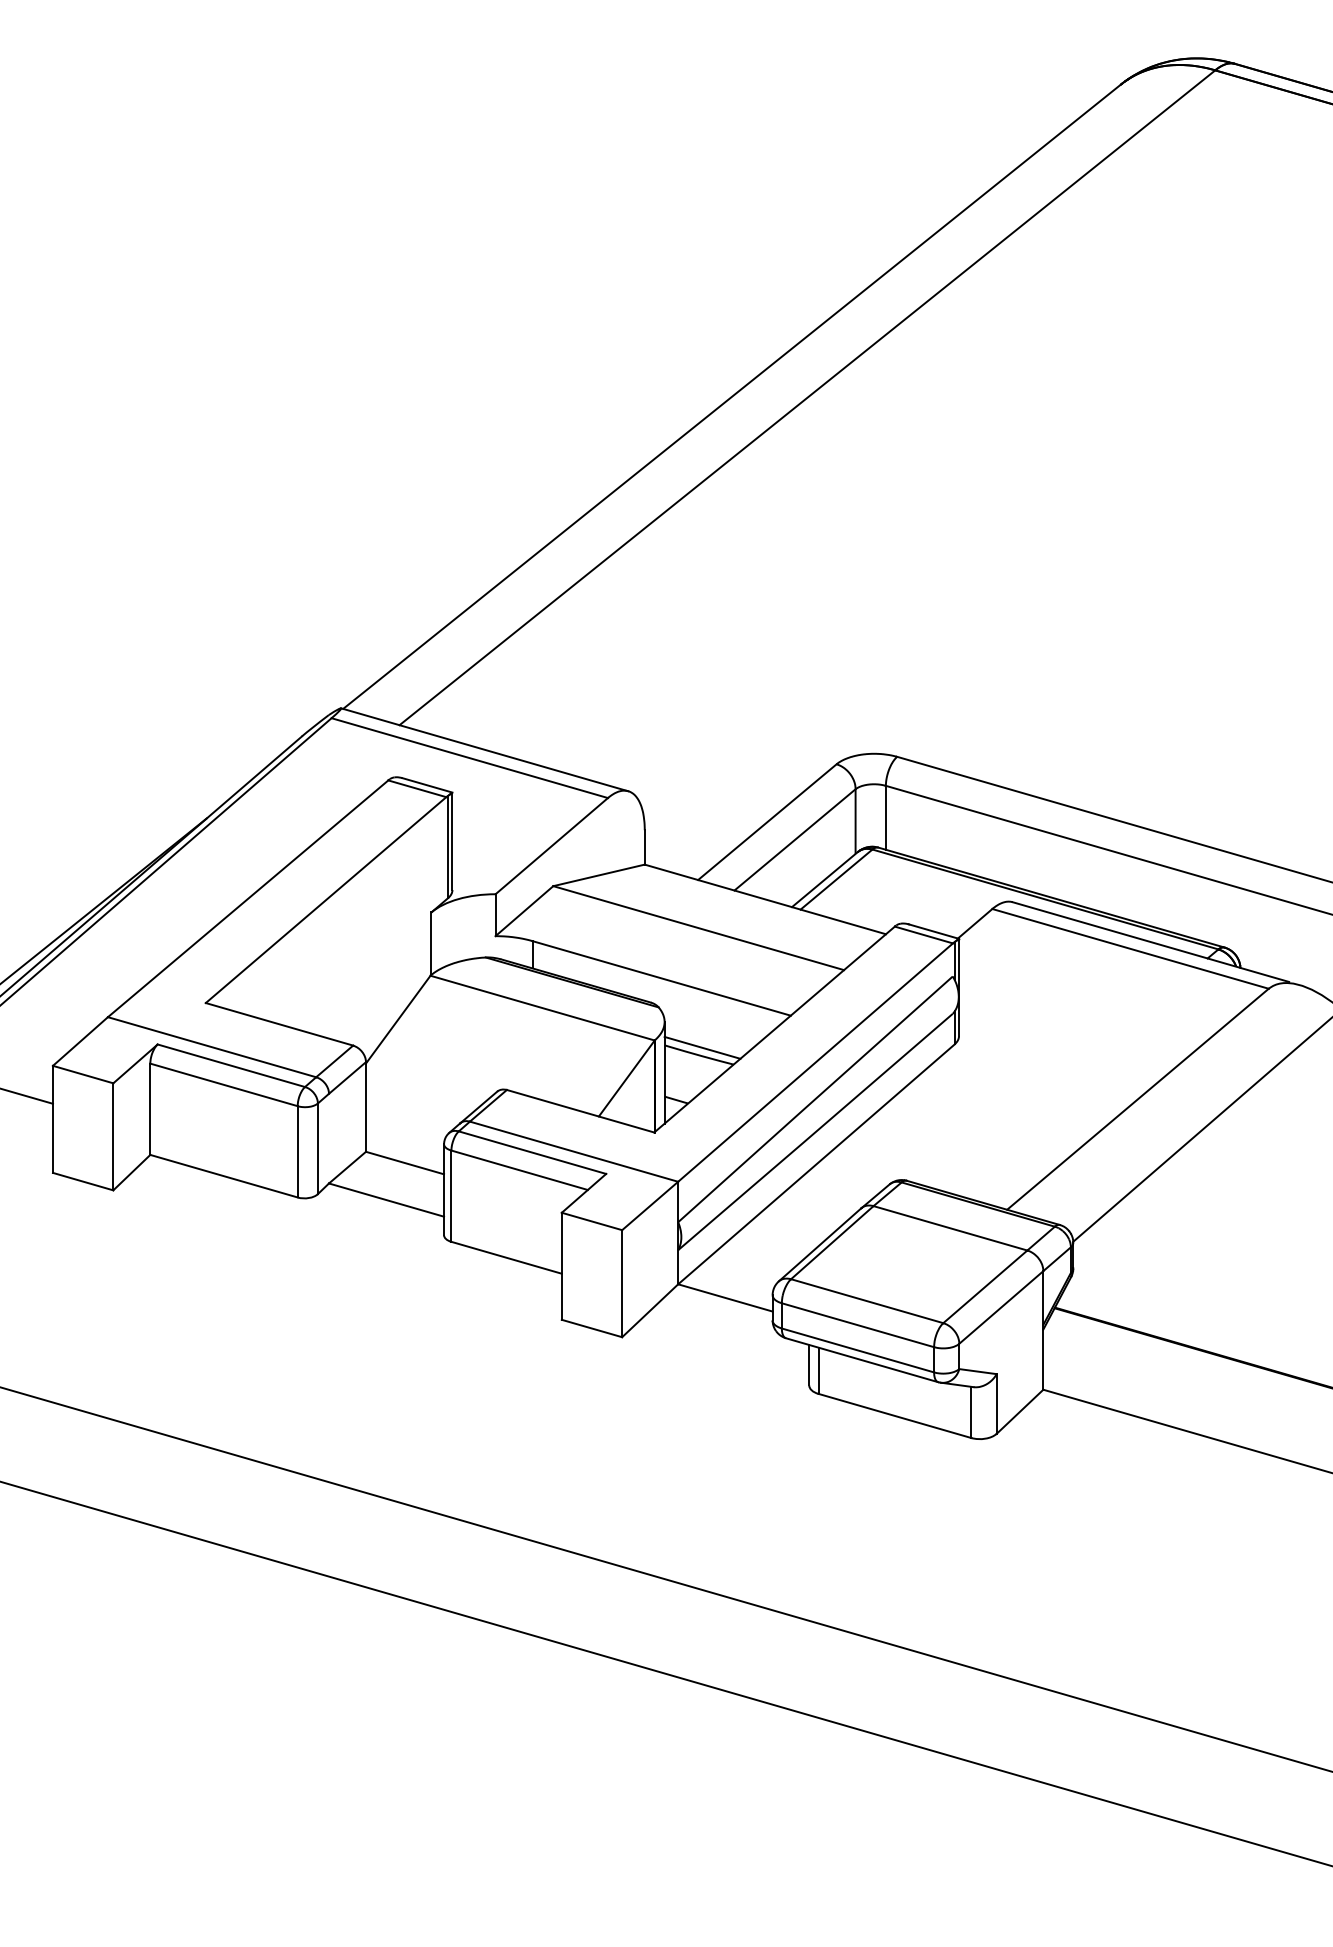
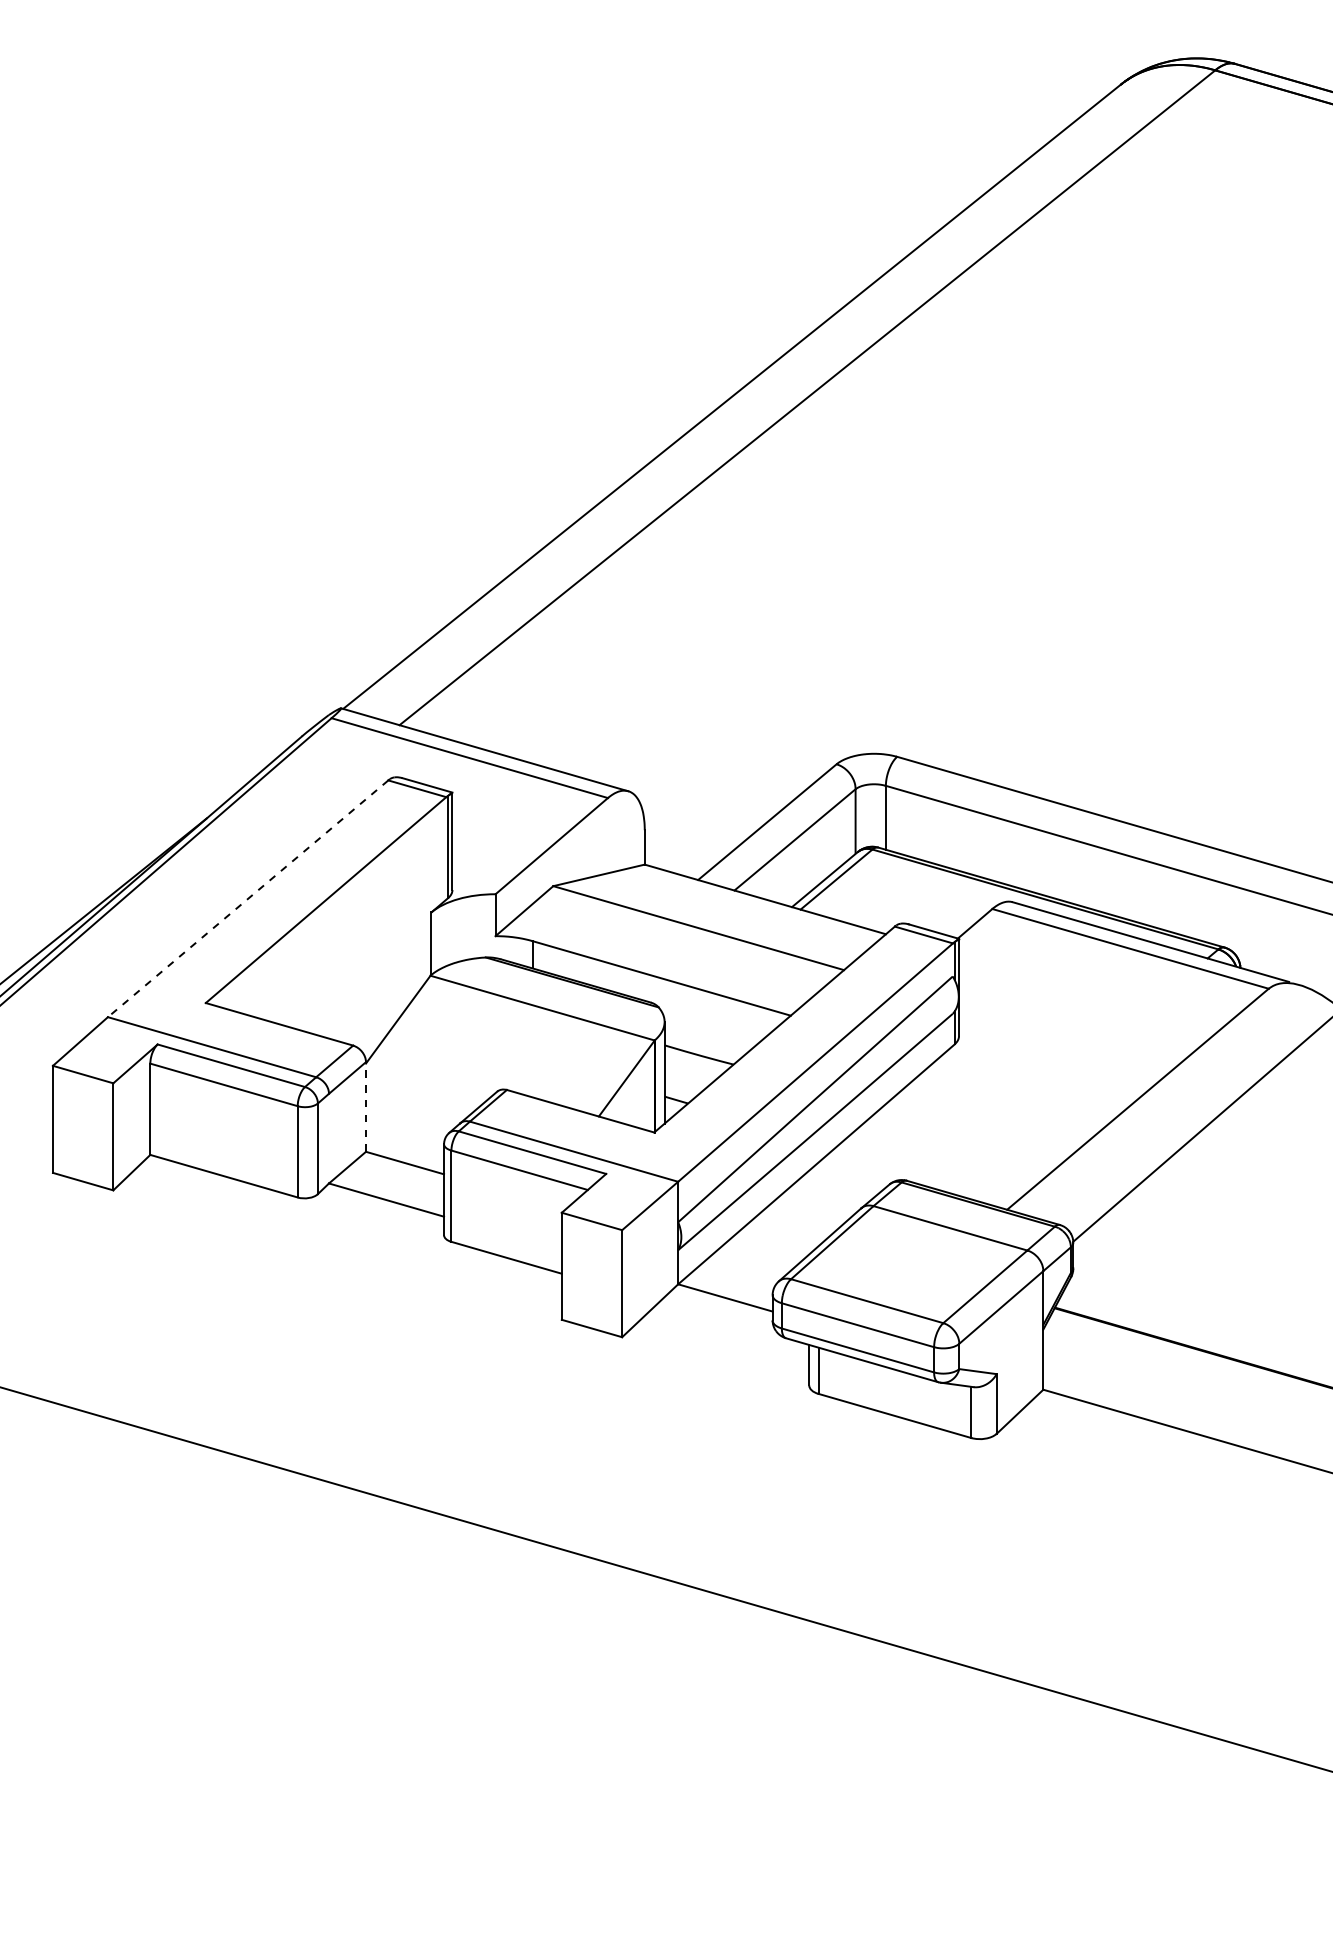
line at (247, 899): solid -> dashed
line at (702, 1047): present -> none
line at (27, 1096): present -> none
line at (365, 1106): solid -> dashed
line at (665, 1673): present -> none
